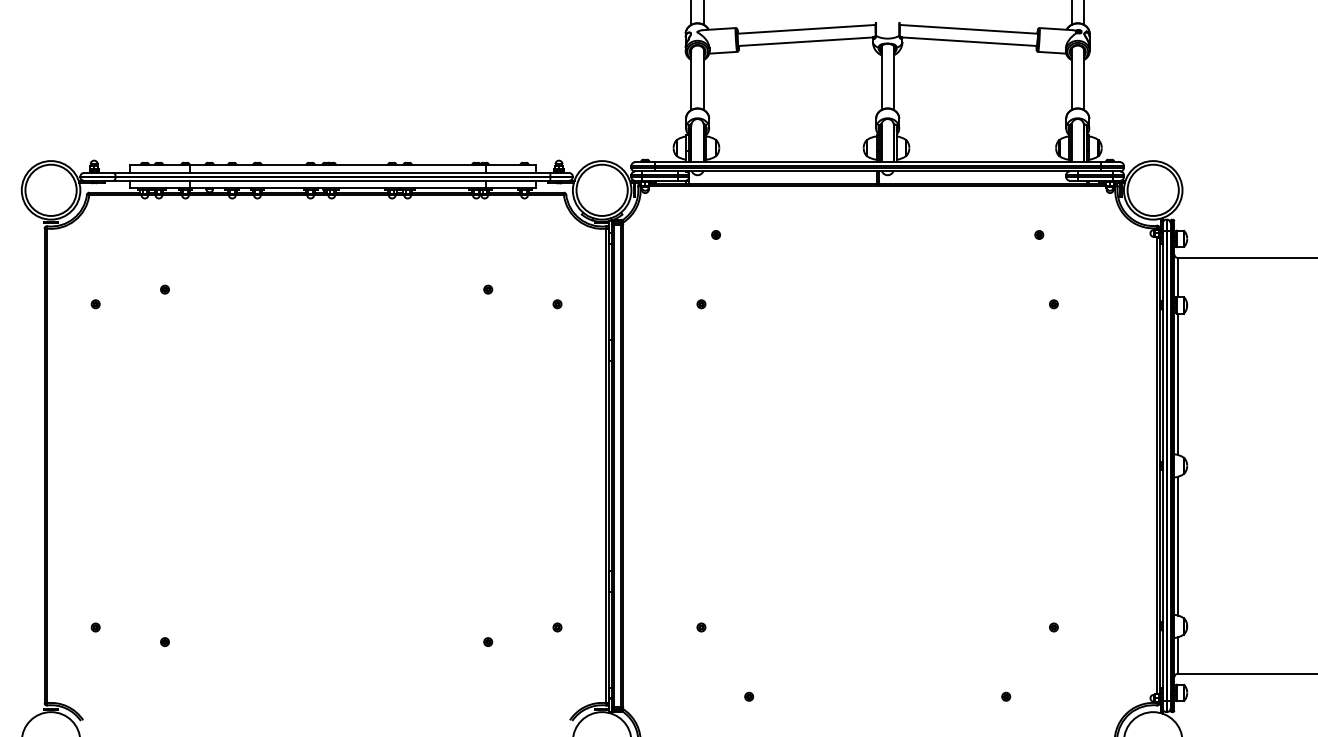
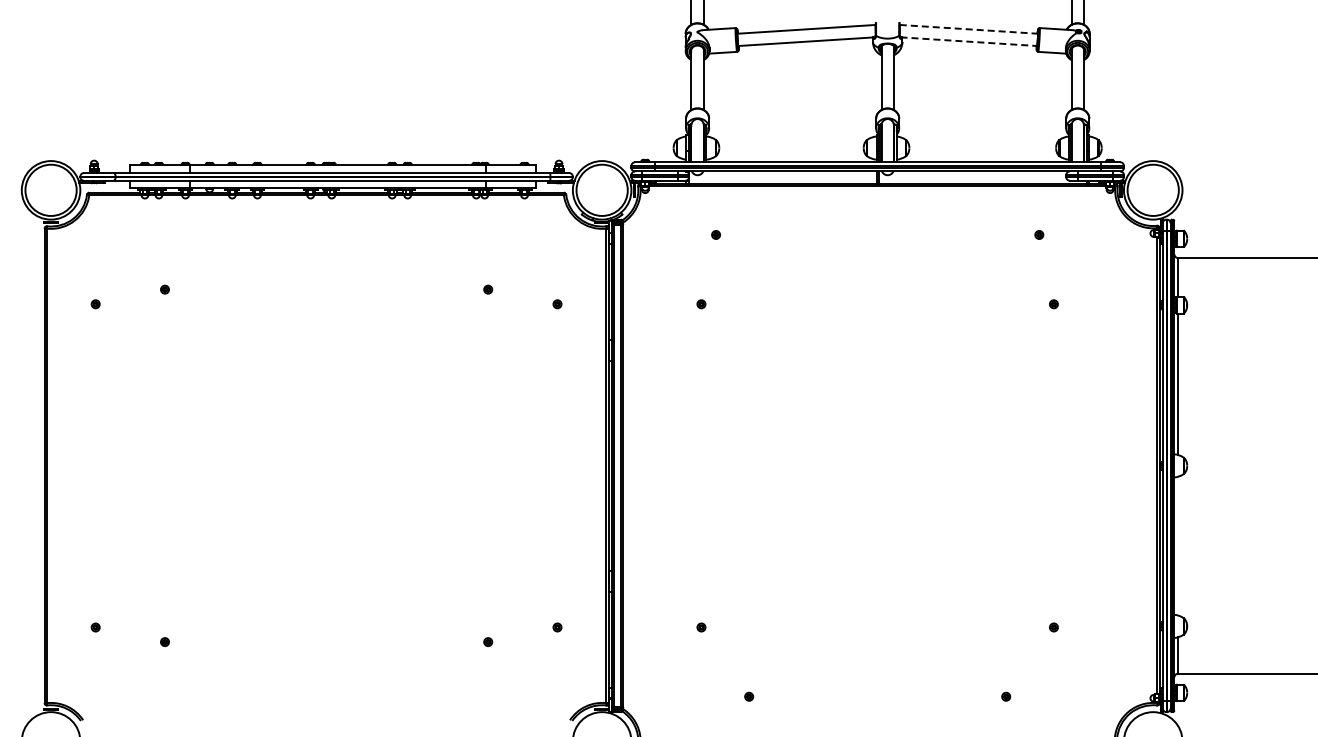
line at (969, 29): solid -> dashed
line at (968, 41): solid -> dashed
line at (1178, 545): present -> none
